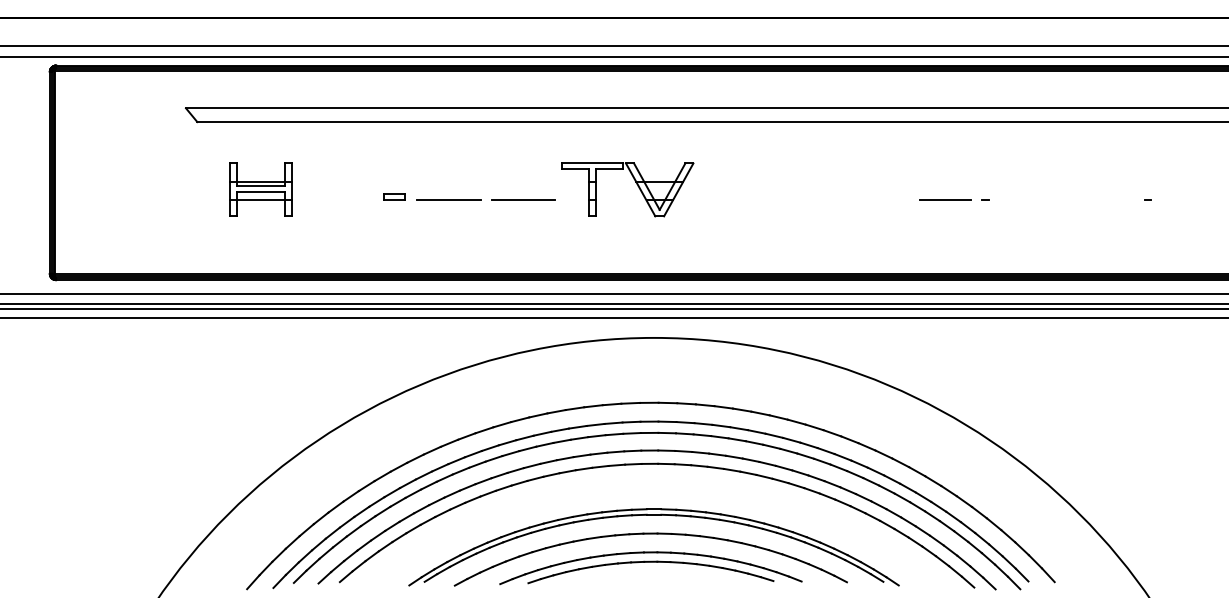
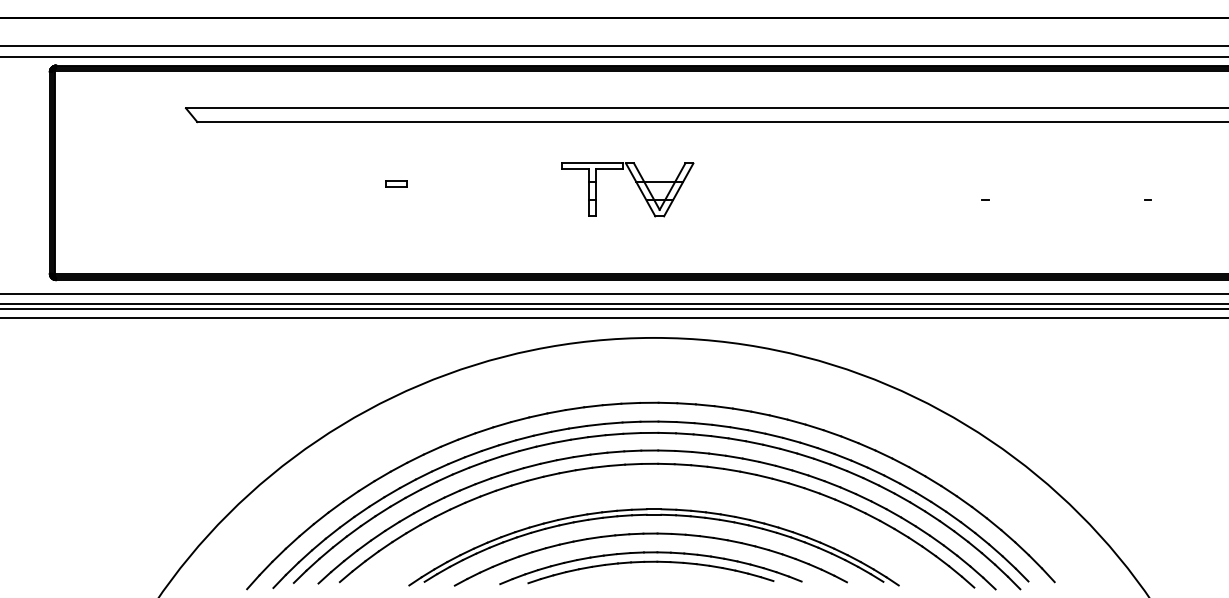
part at (260, 189): present -> none
part at (394, 196) position: (394, 196) -> (396, 183)
line at (448, 200): present -> none
line at (523, 200): present -> none
line at (945, 200): present -> none
